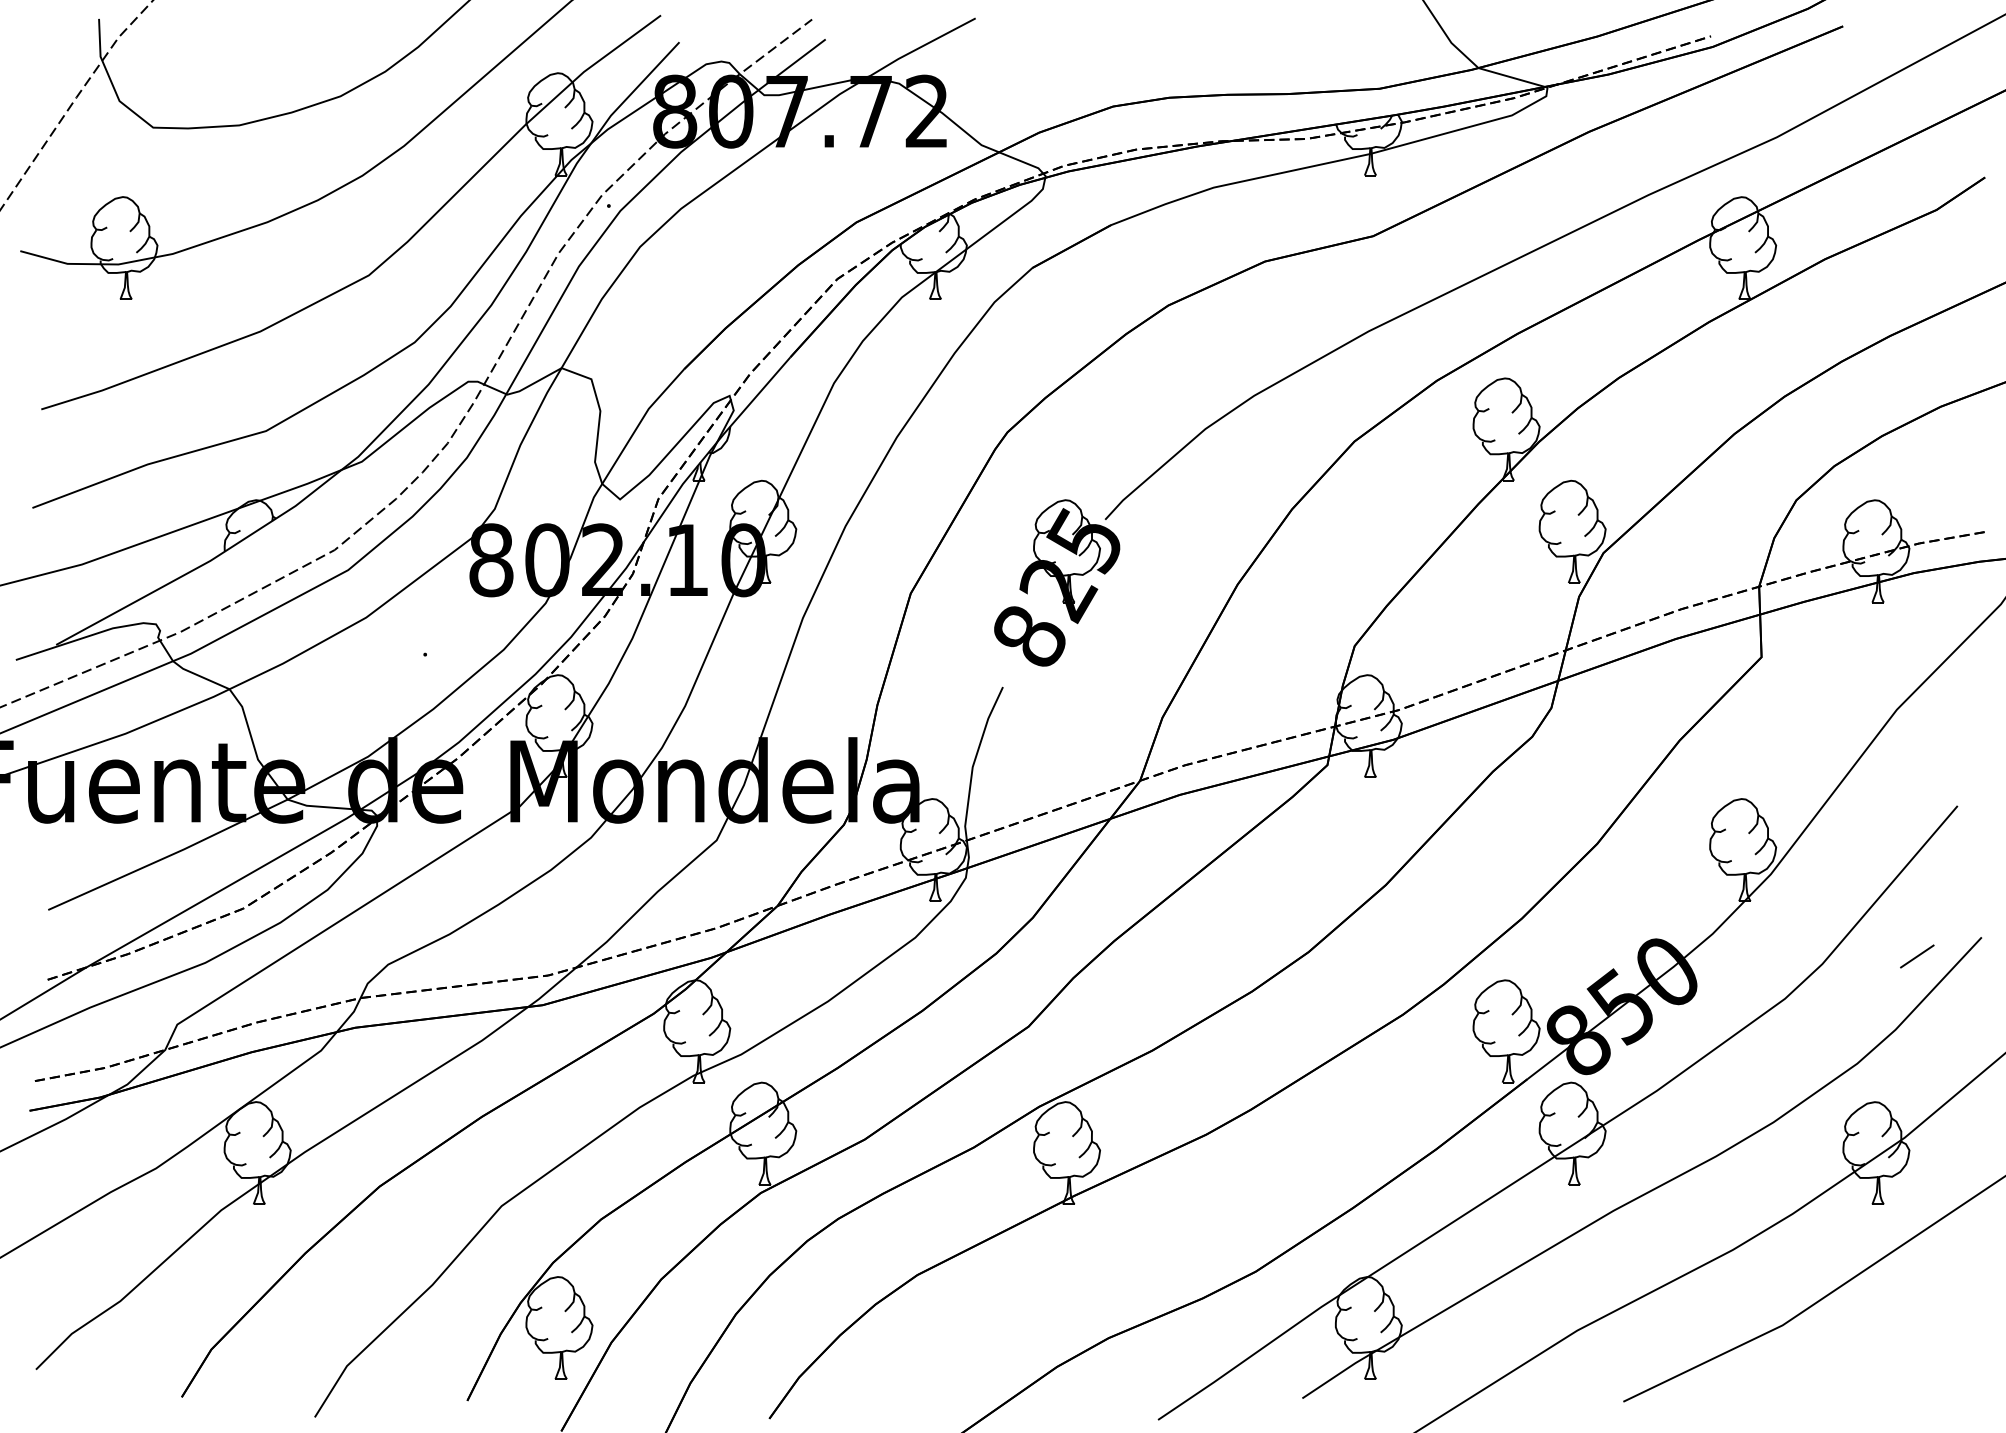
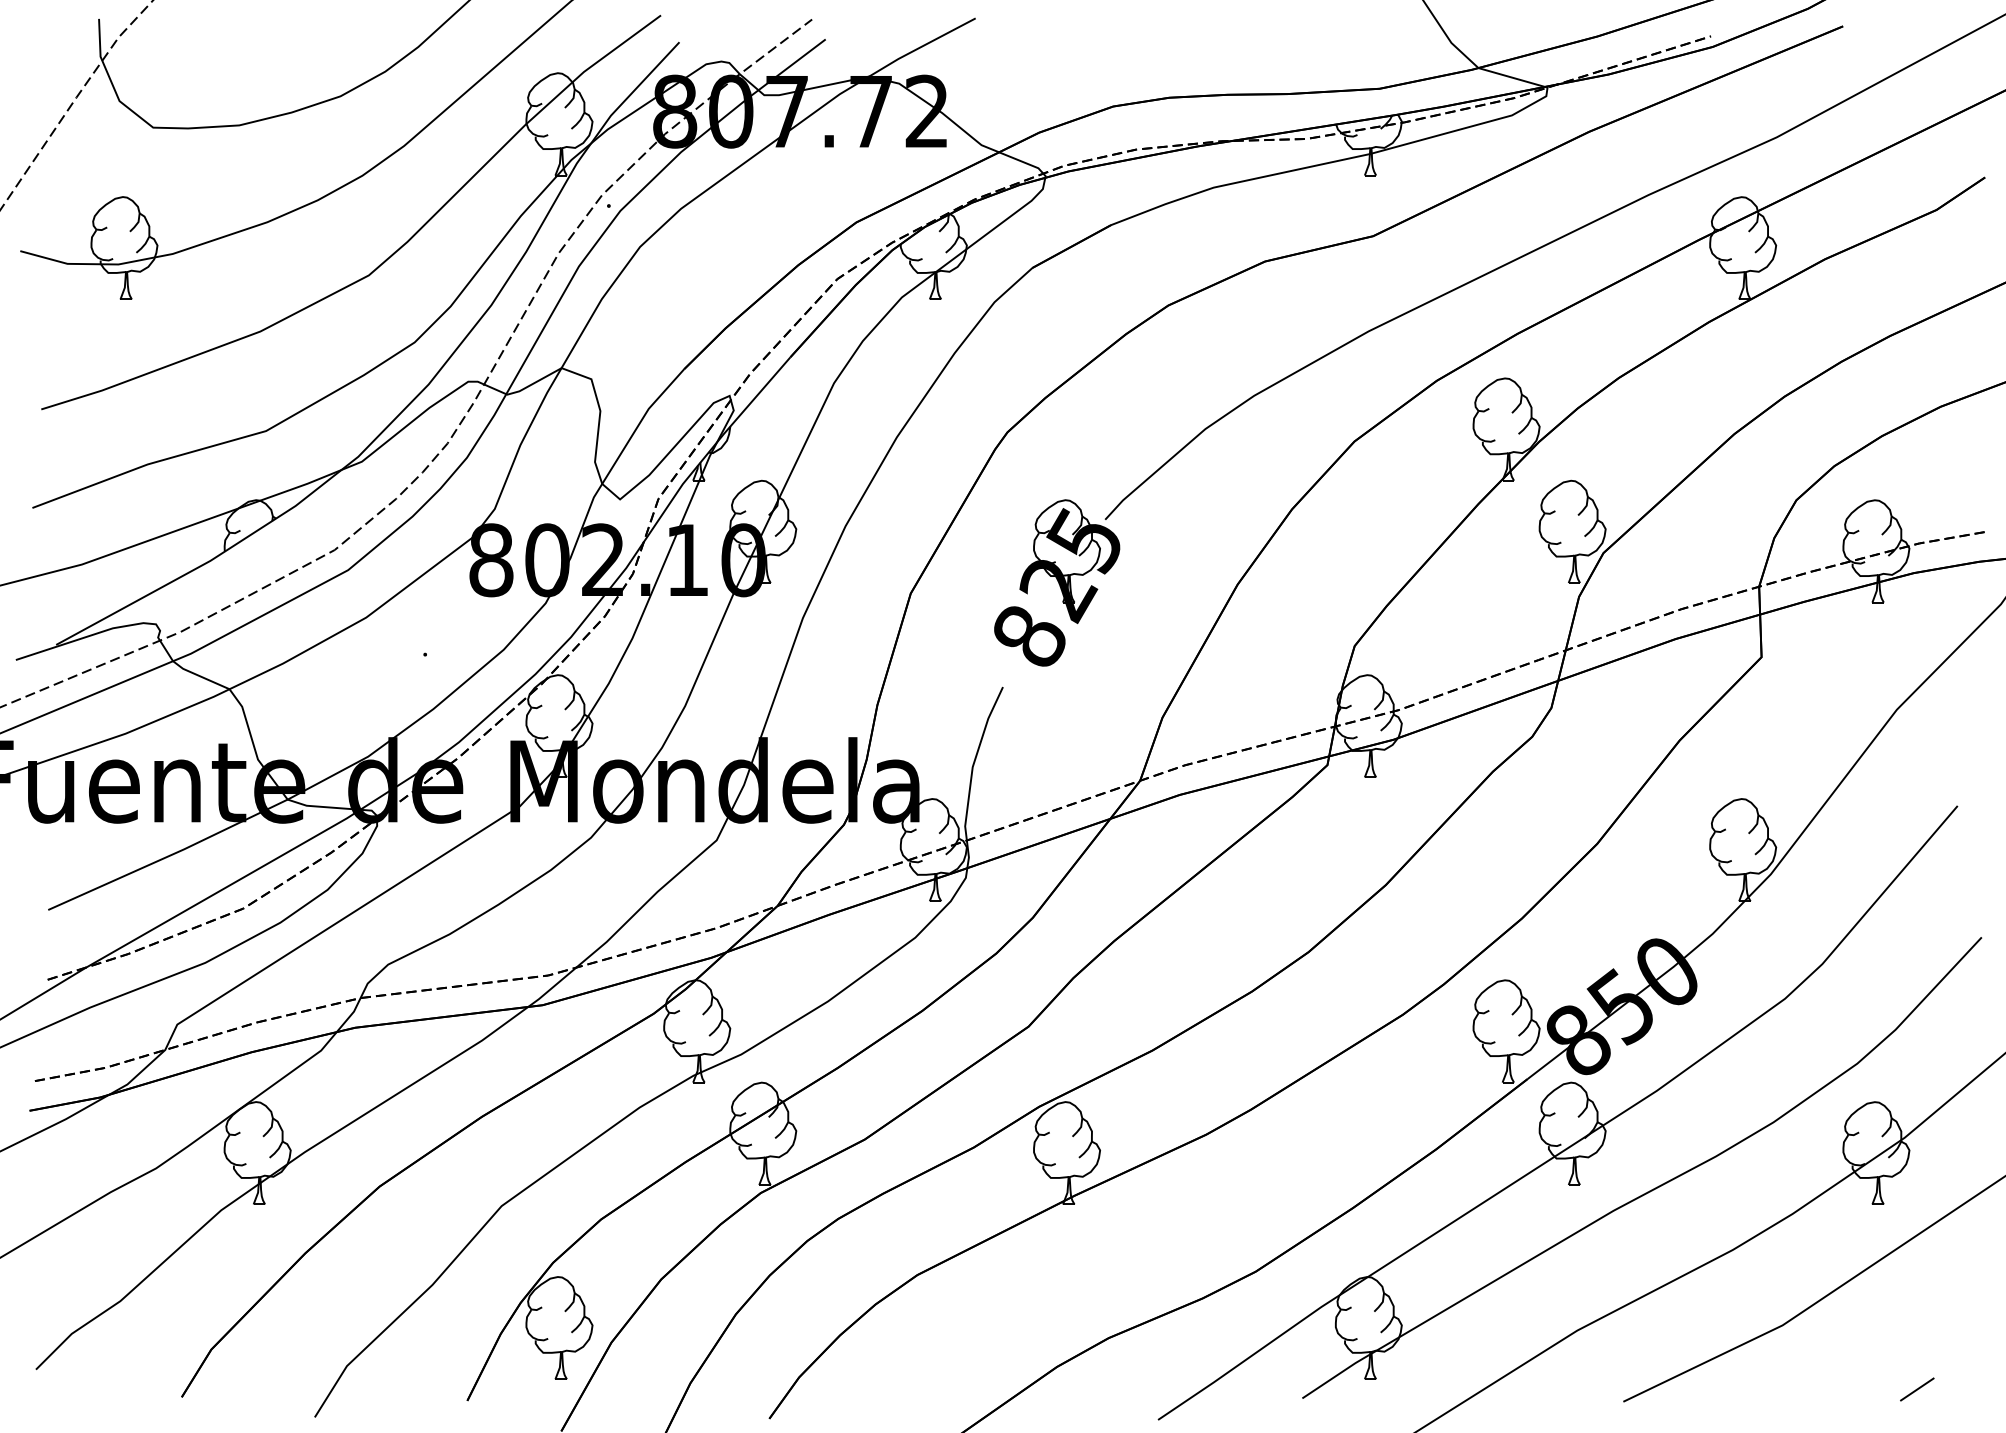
line at (1917, 956) position: (1917, 956) -> (1917, 1389)
